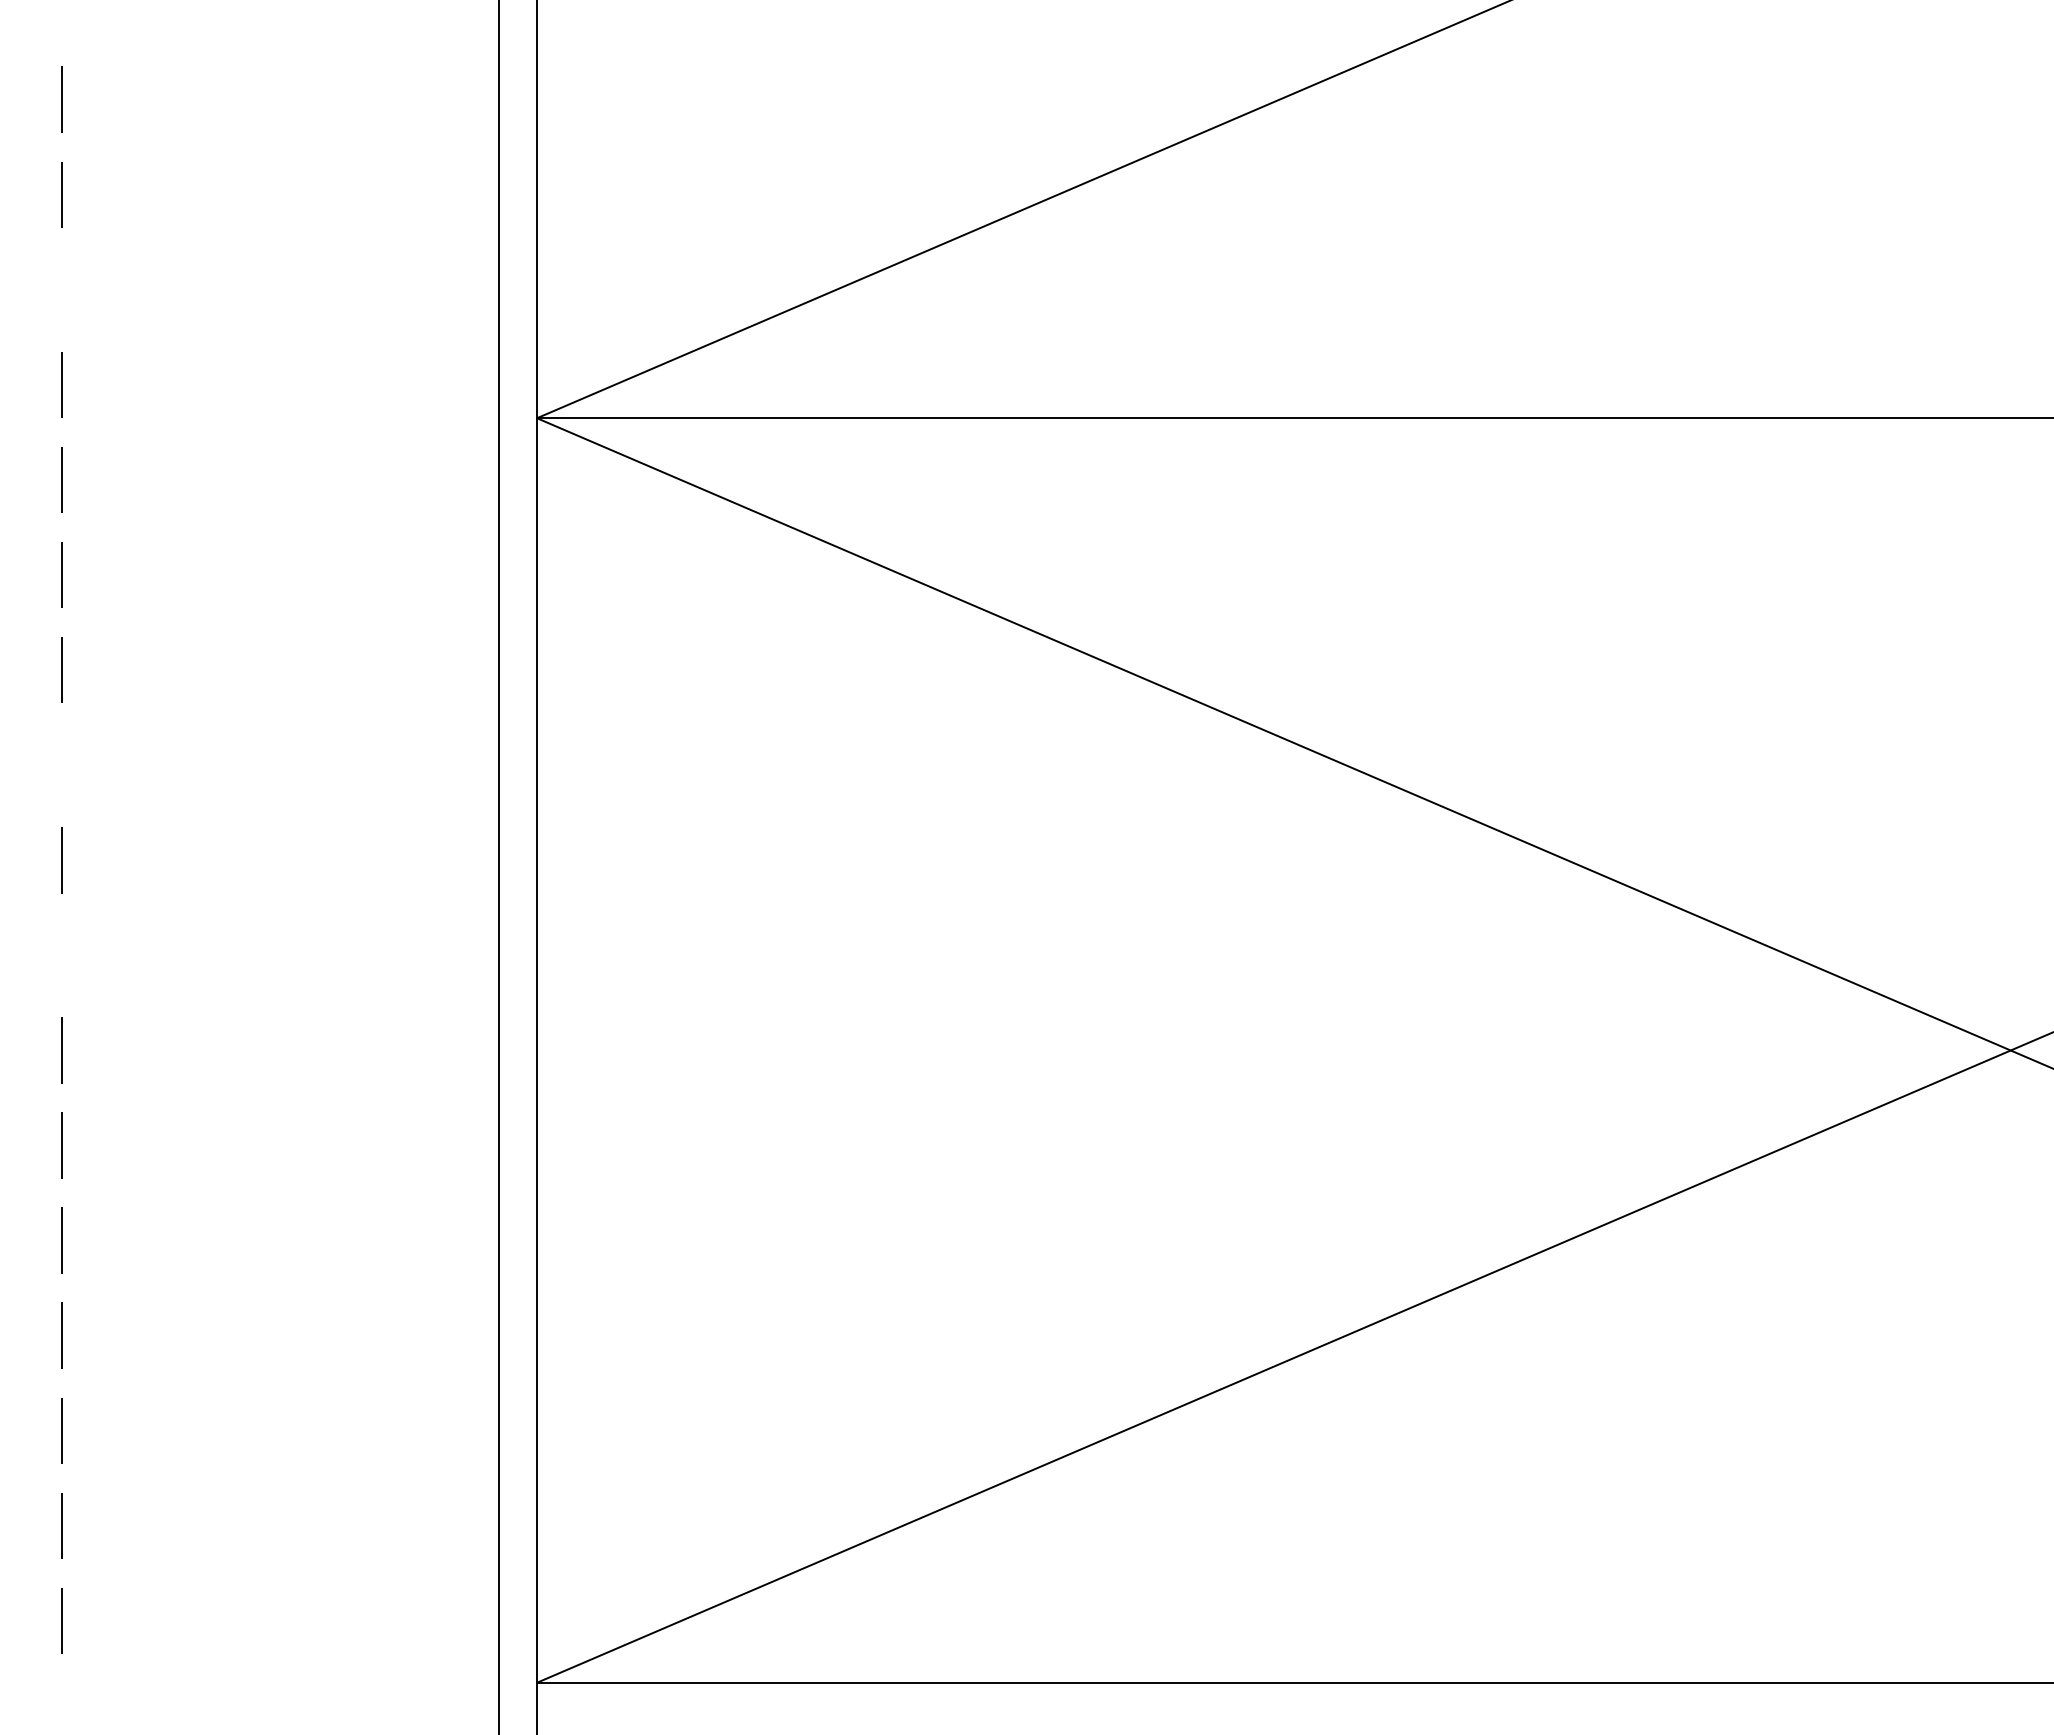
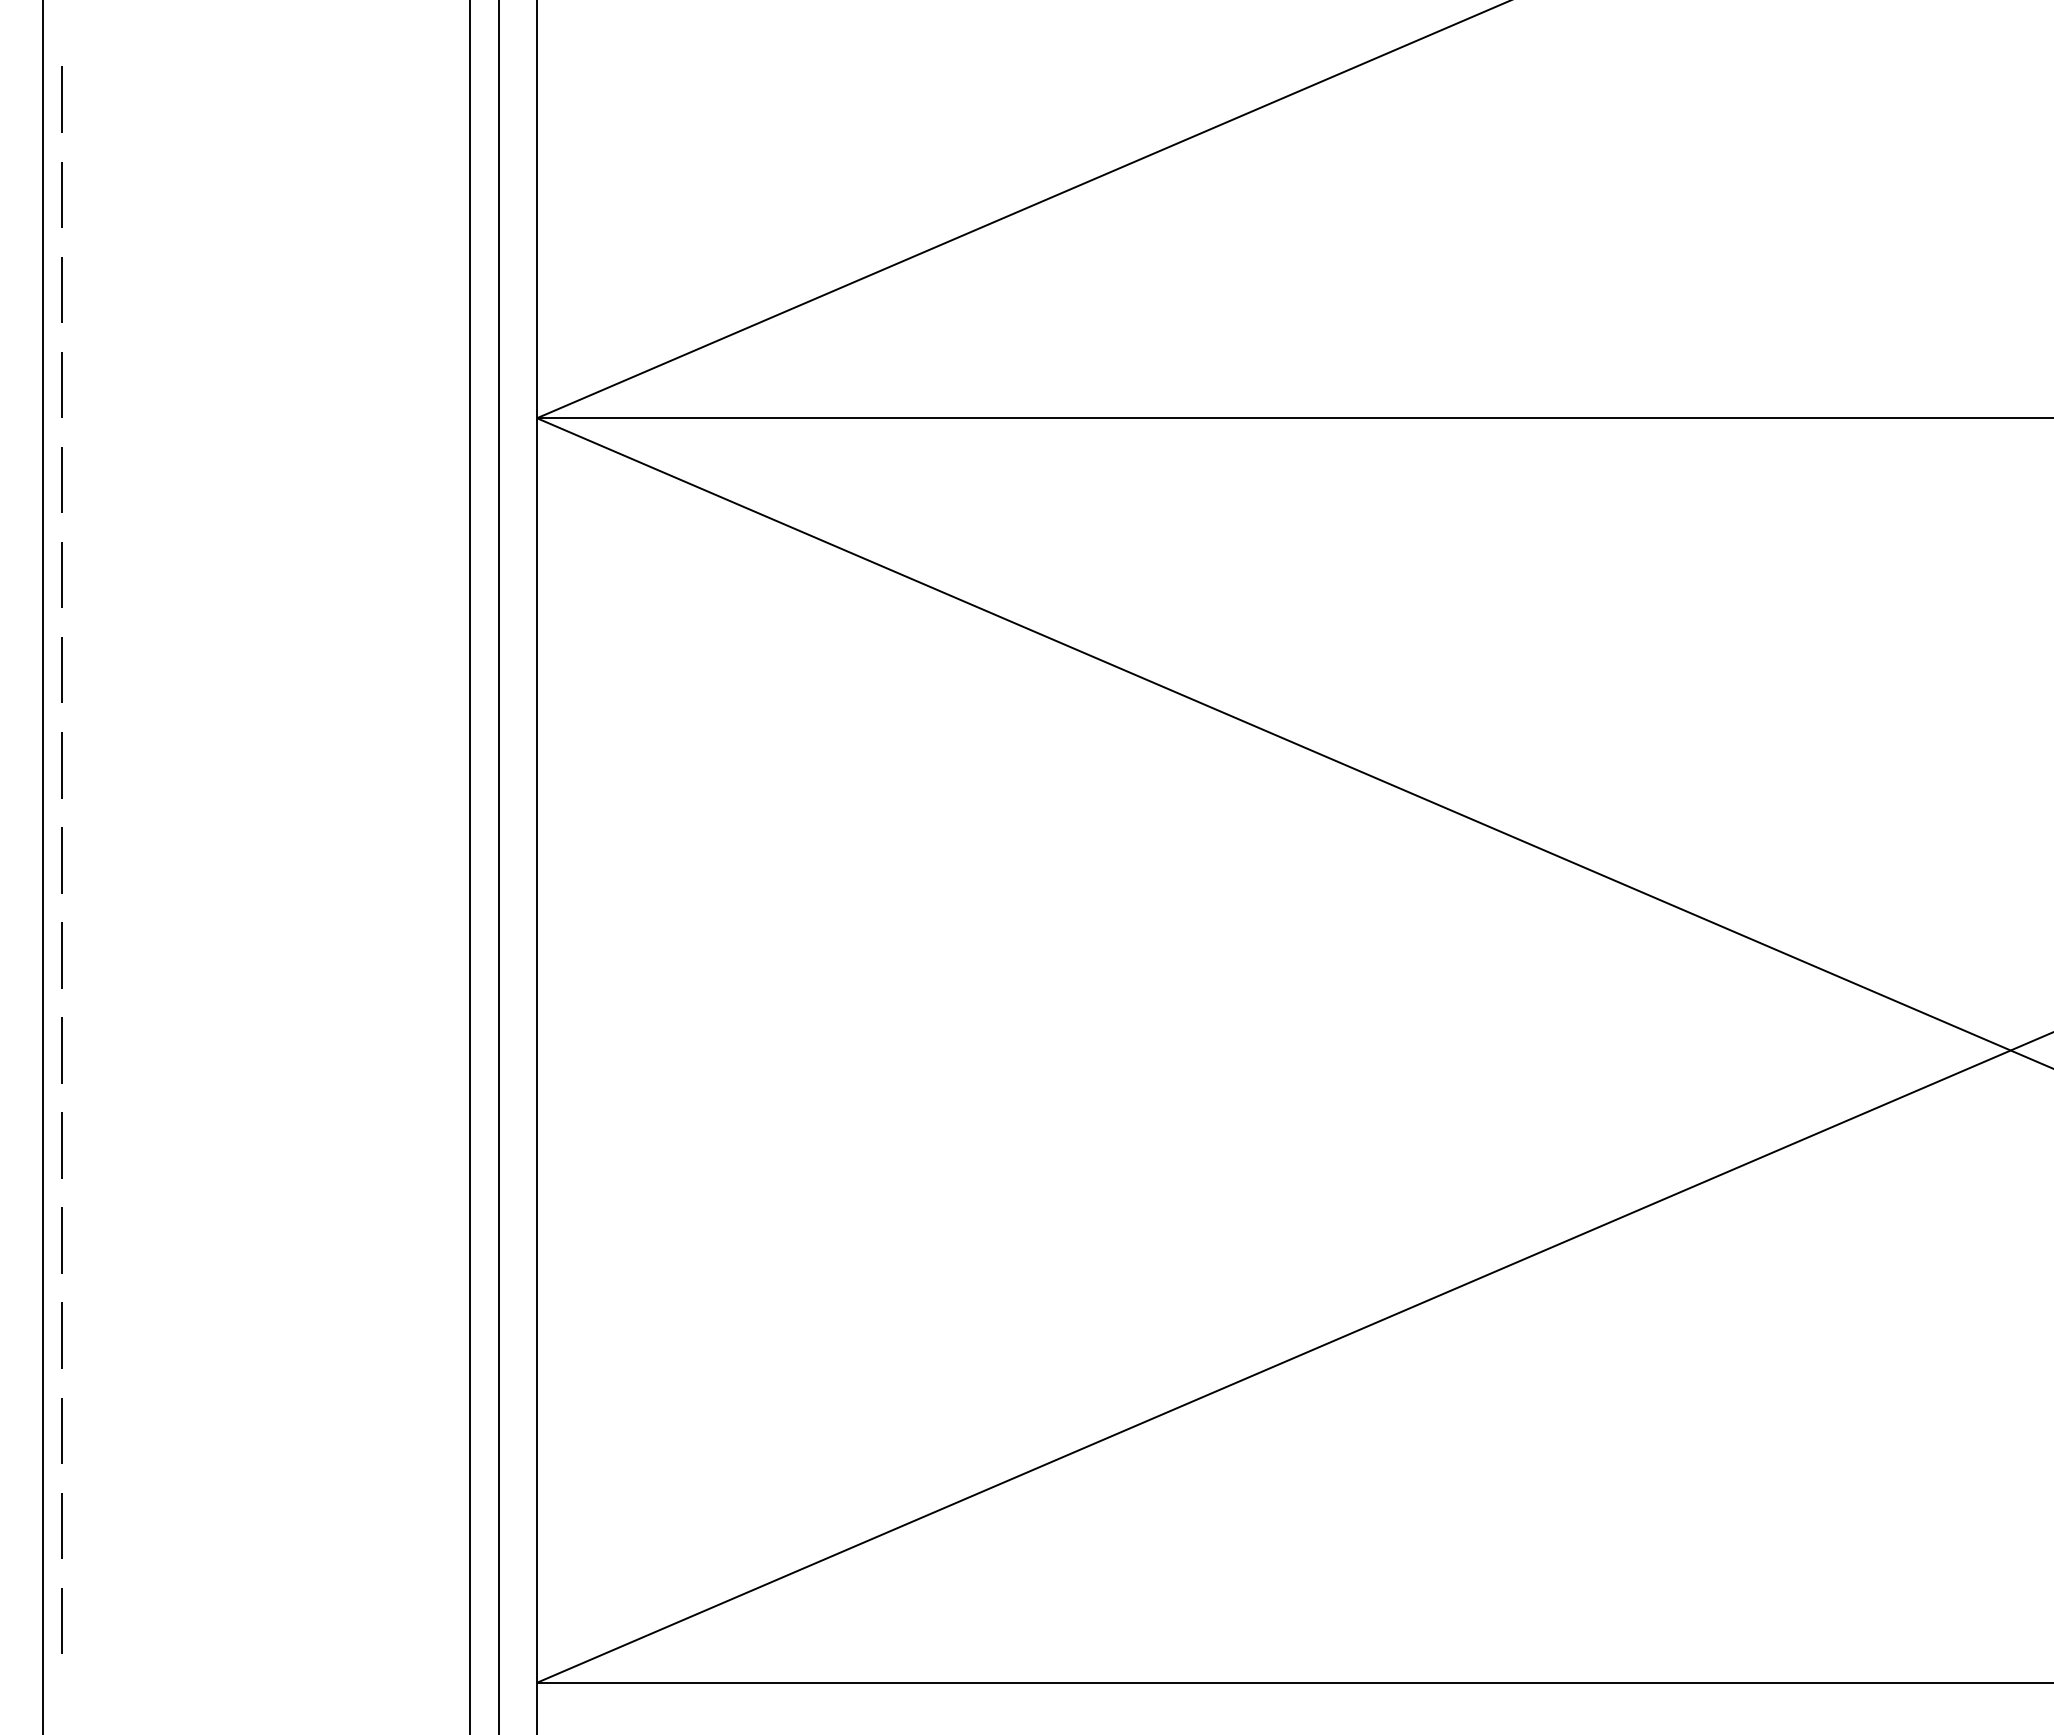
line at (61, 289): none -> present
line at (61, 765): none -> present
line at (42, 866): none -> present
line at (470, 866): none -> present
line at (61, 955): none -> present
